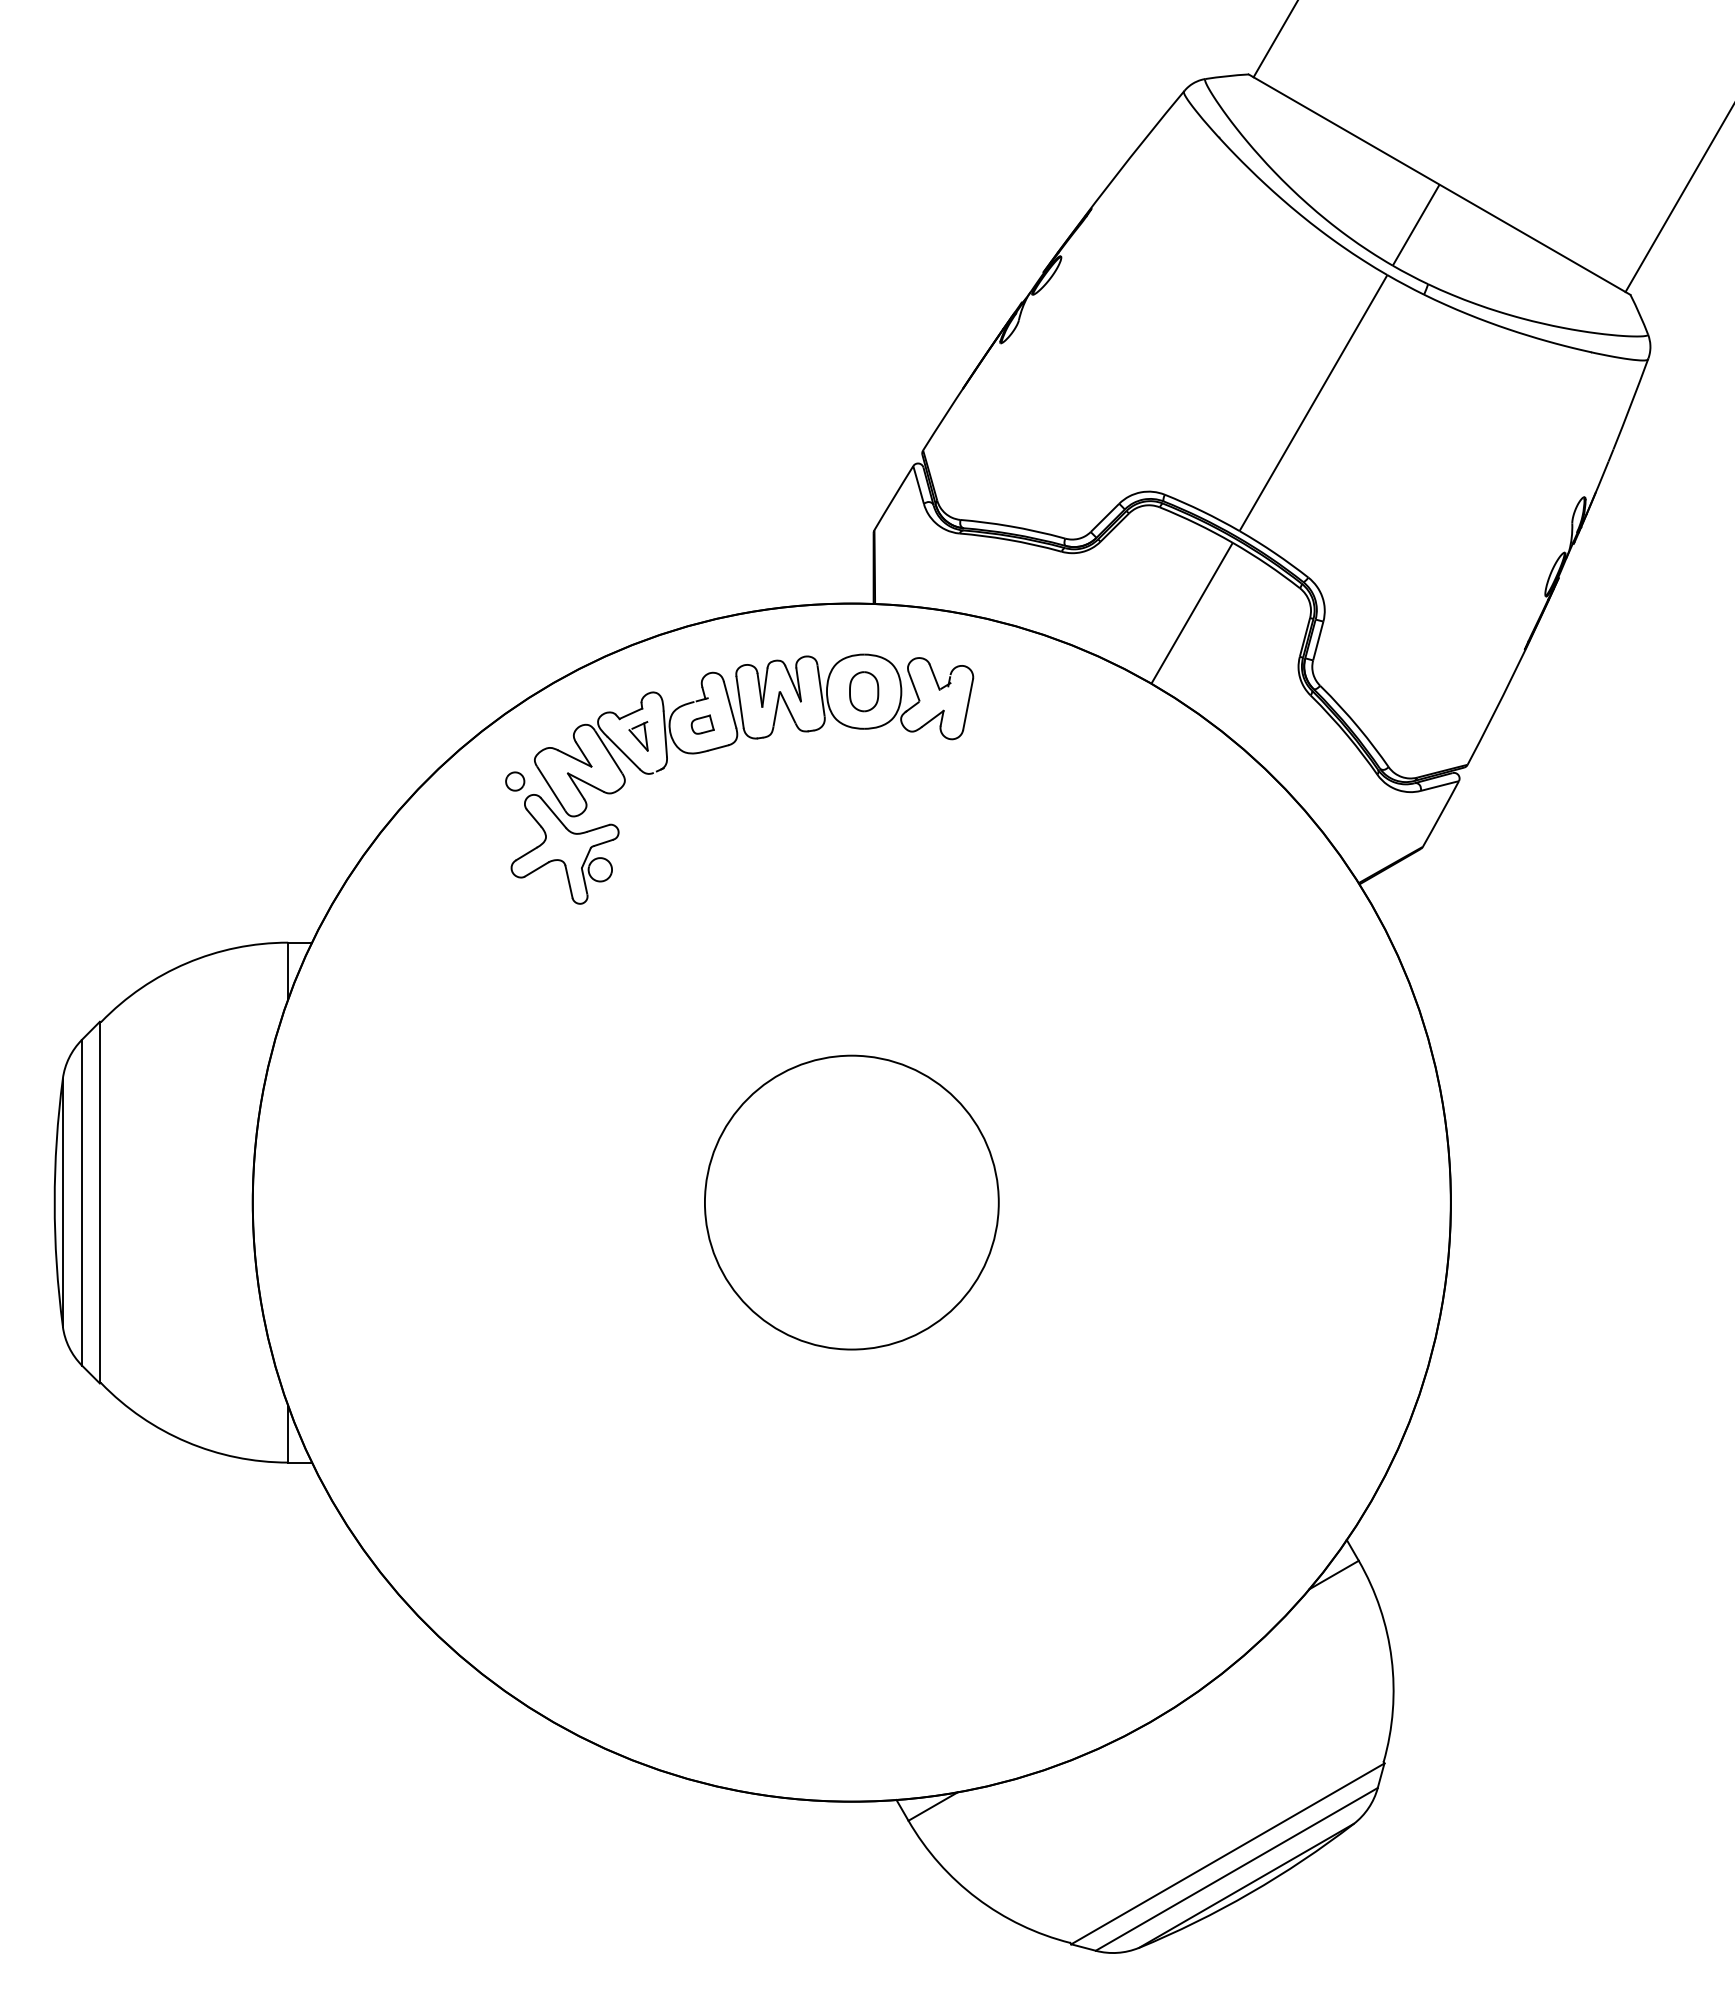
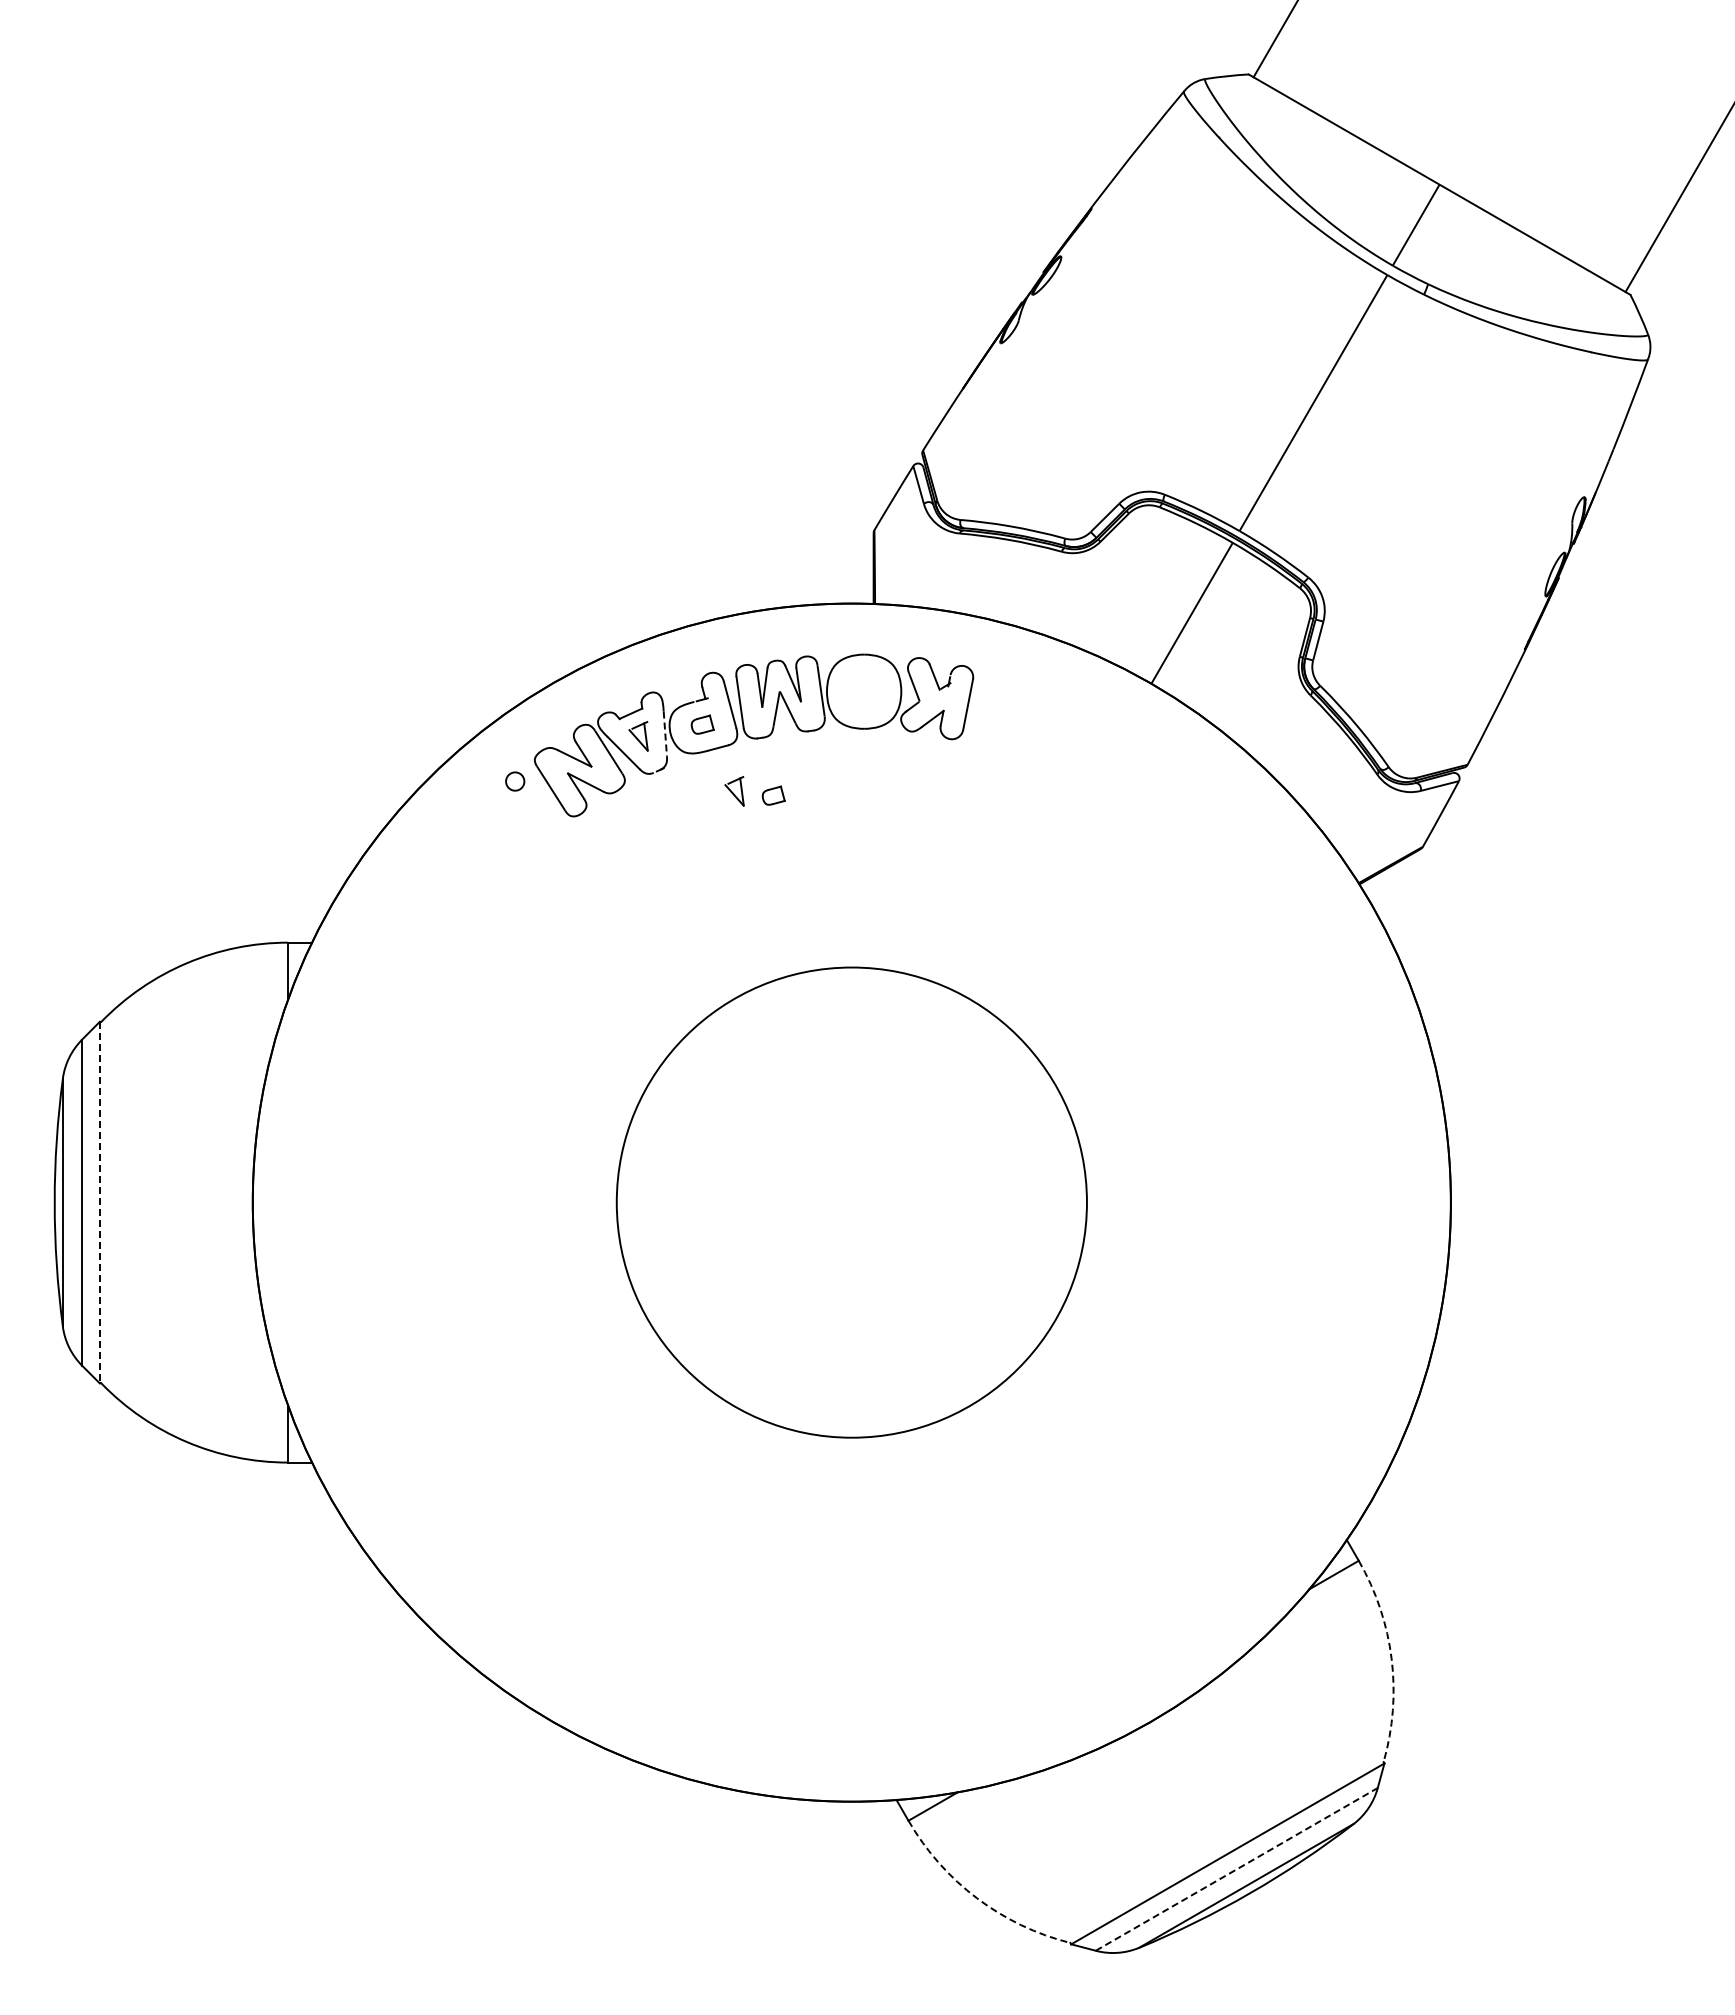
part at (864, 691): present -> none
line at (665, 734): solid -> dashed
part at (734, 791): none -> present
part at (773, 795): none -> present
part at (564, 849): present -> none
line at (99, 1202): solid -> dashed
circle at (851, 1202) diameter: 294 px -> 470 px
arc at (1391, 1658): solid -> dashed
line at (1236, 1869): solid -> dashed
arc at (977, 1898): solid -> dashed
